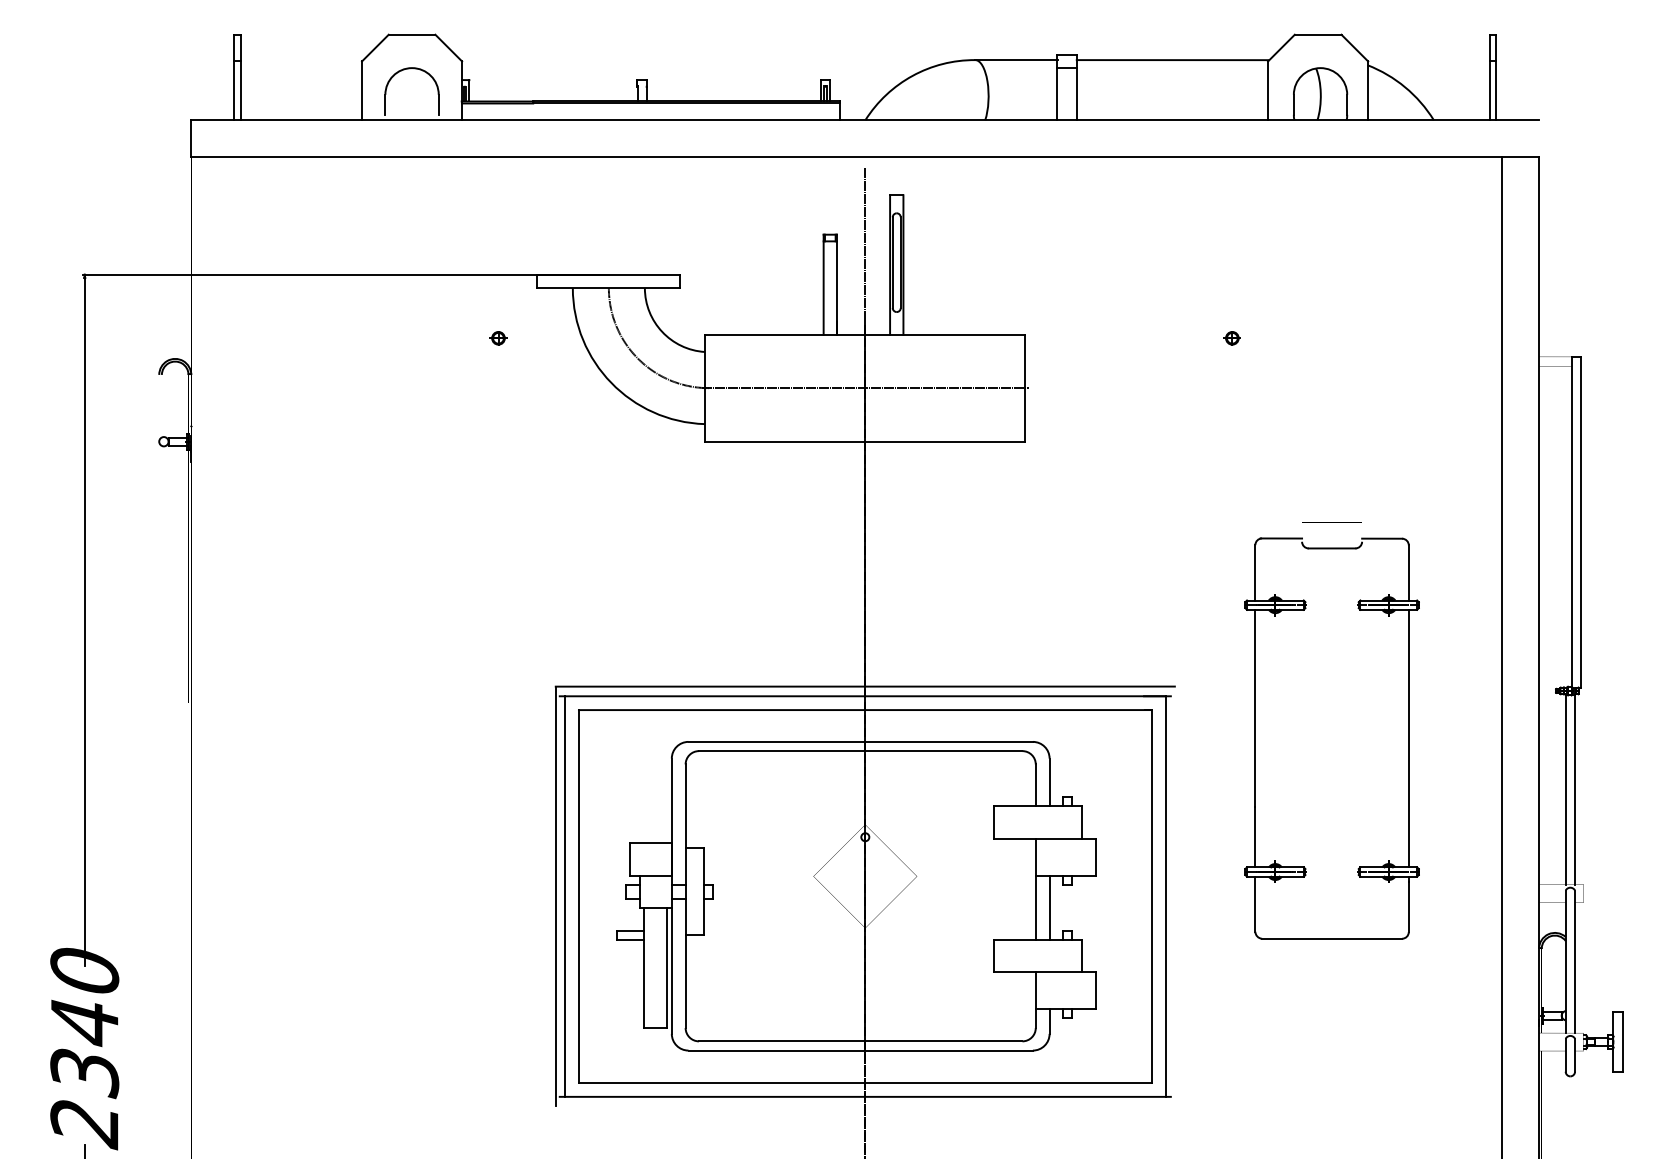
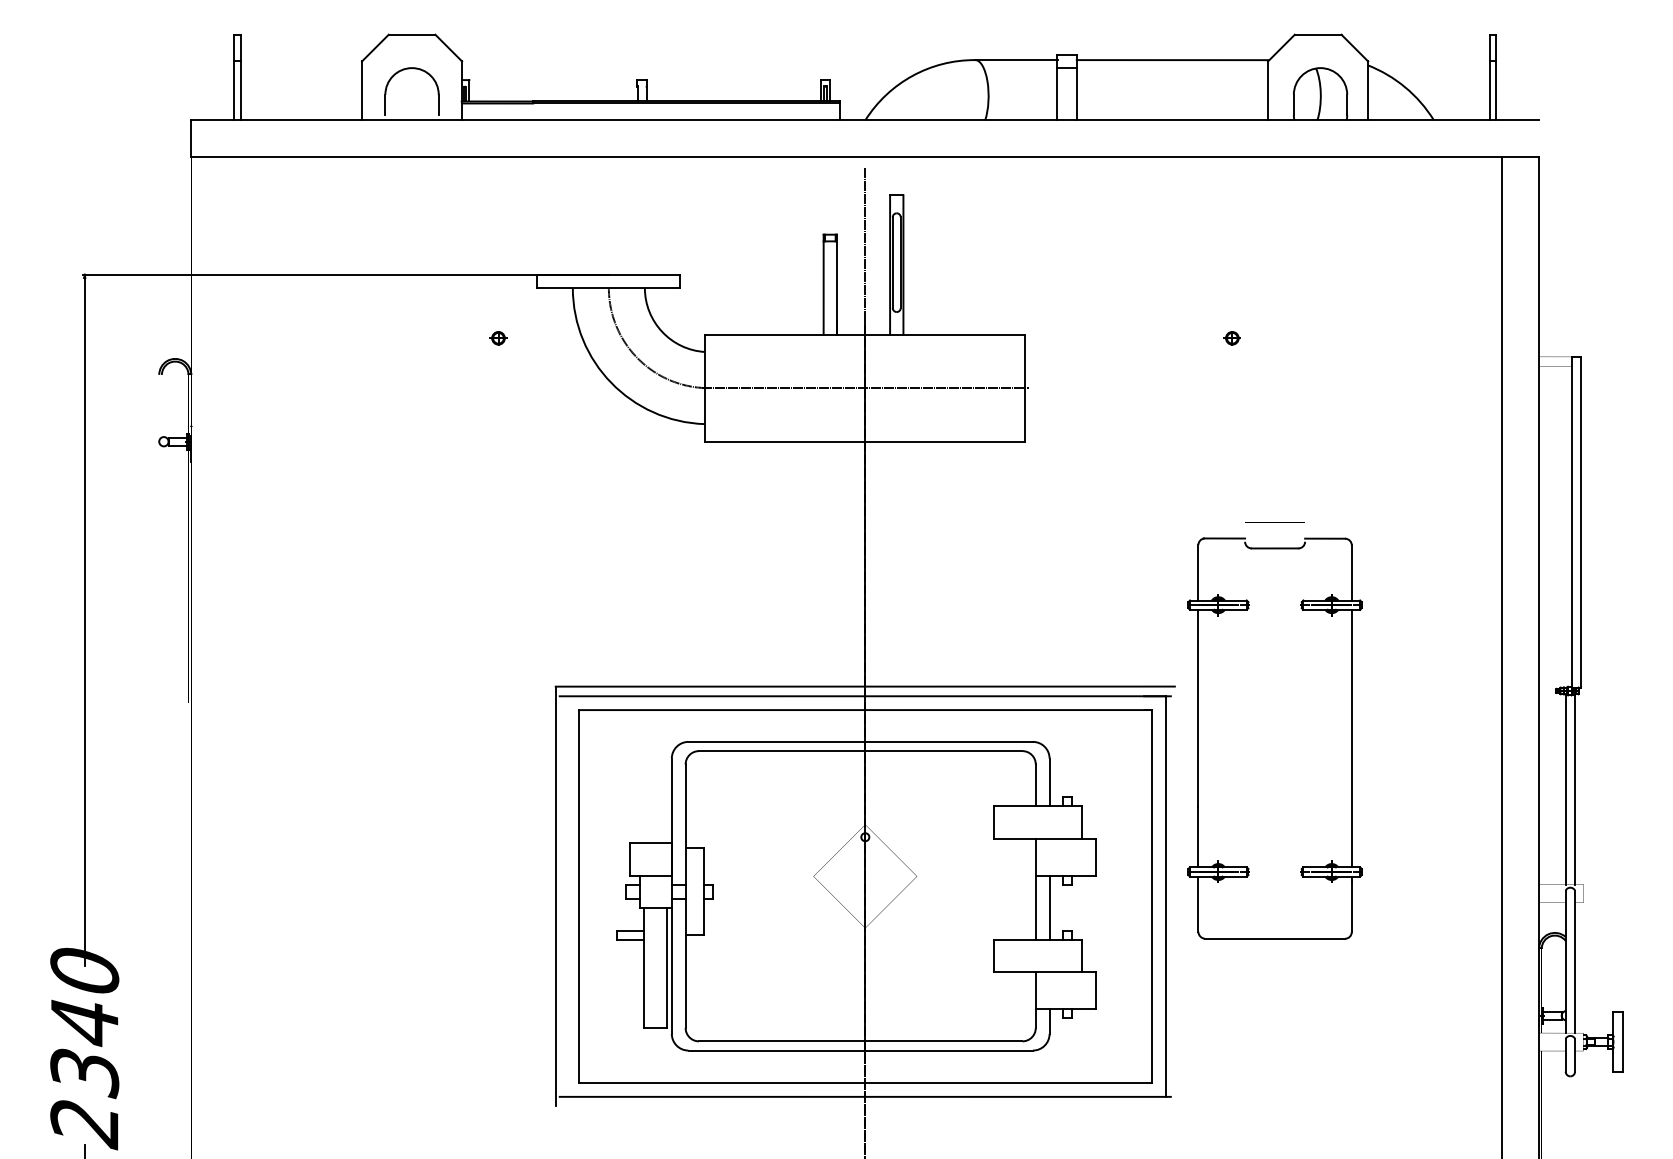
part at (1255, 730) position: (1255, 730) -> (1198, 730)
line at (565, 896): present -> none
